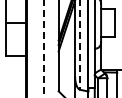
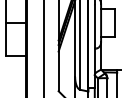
line at (80, 45): dashed -> solid
line at (43, 49): dashed -> solid
